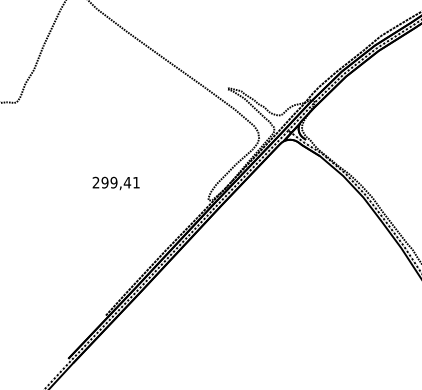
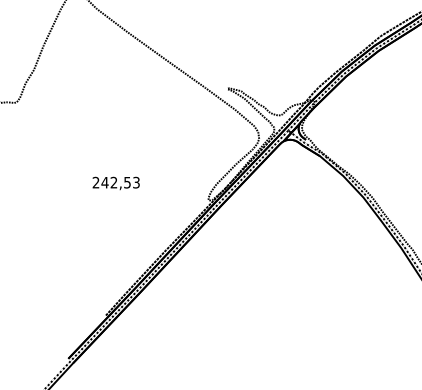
text at (120, 182): 299,41 -> 242,53
